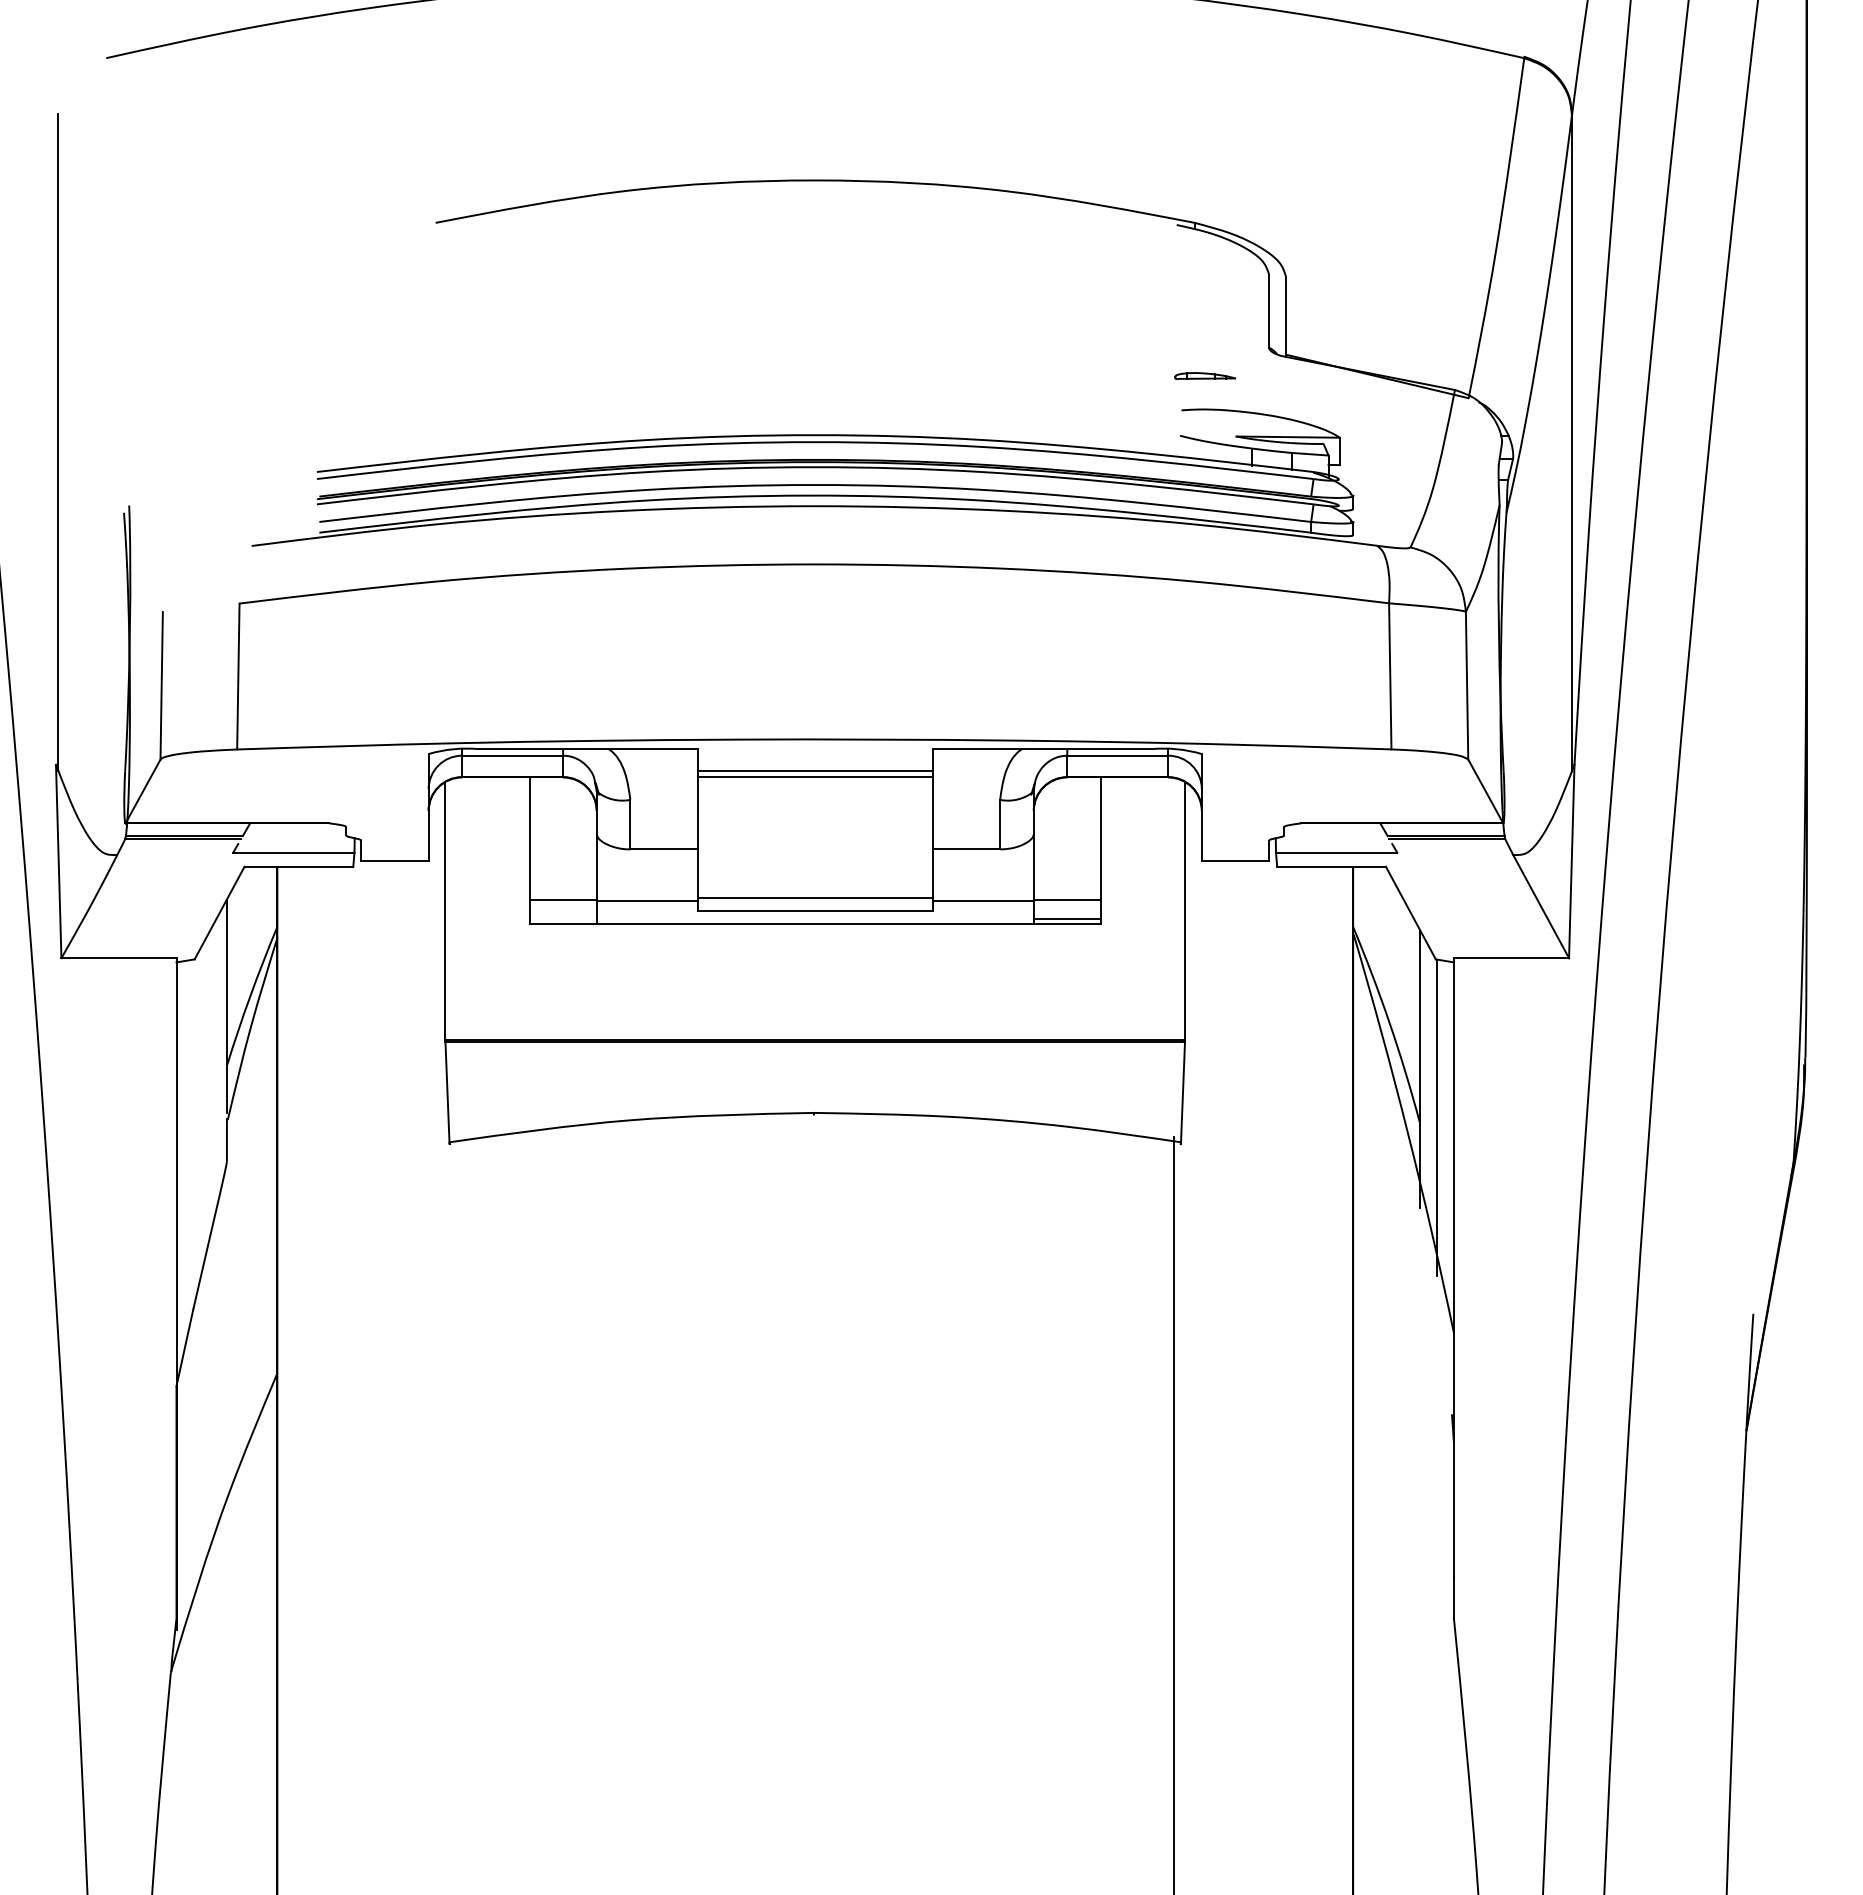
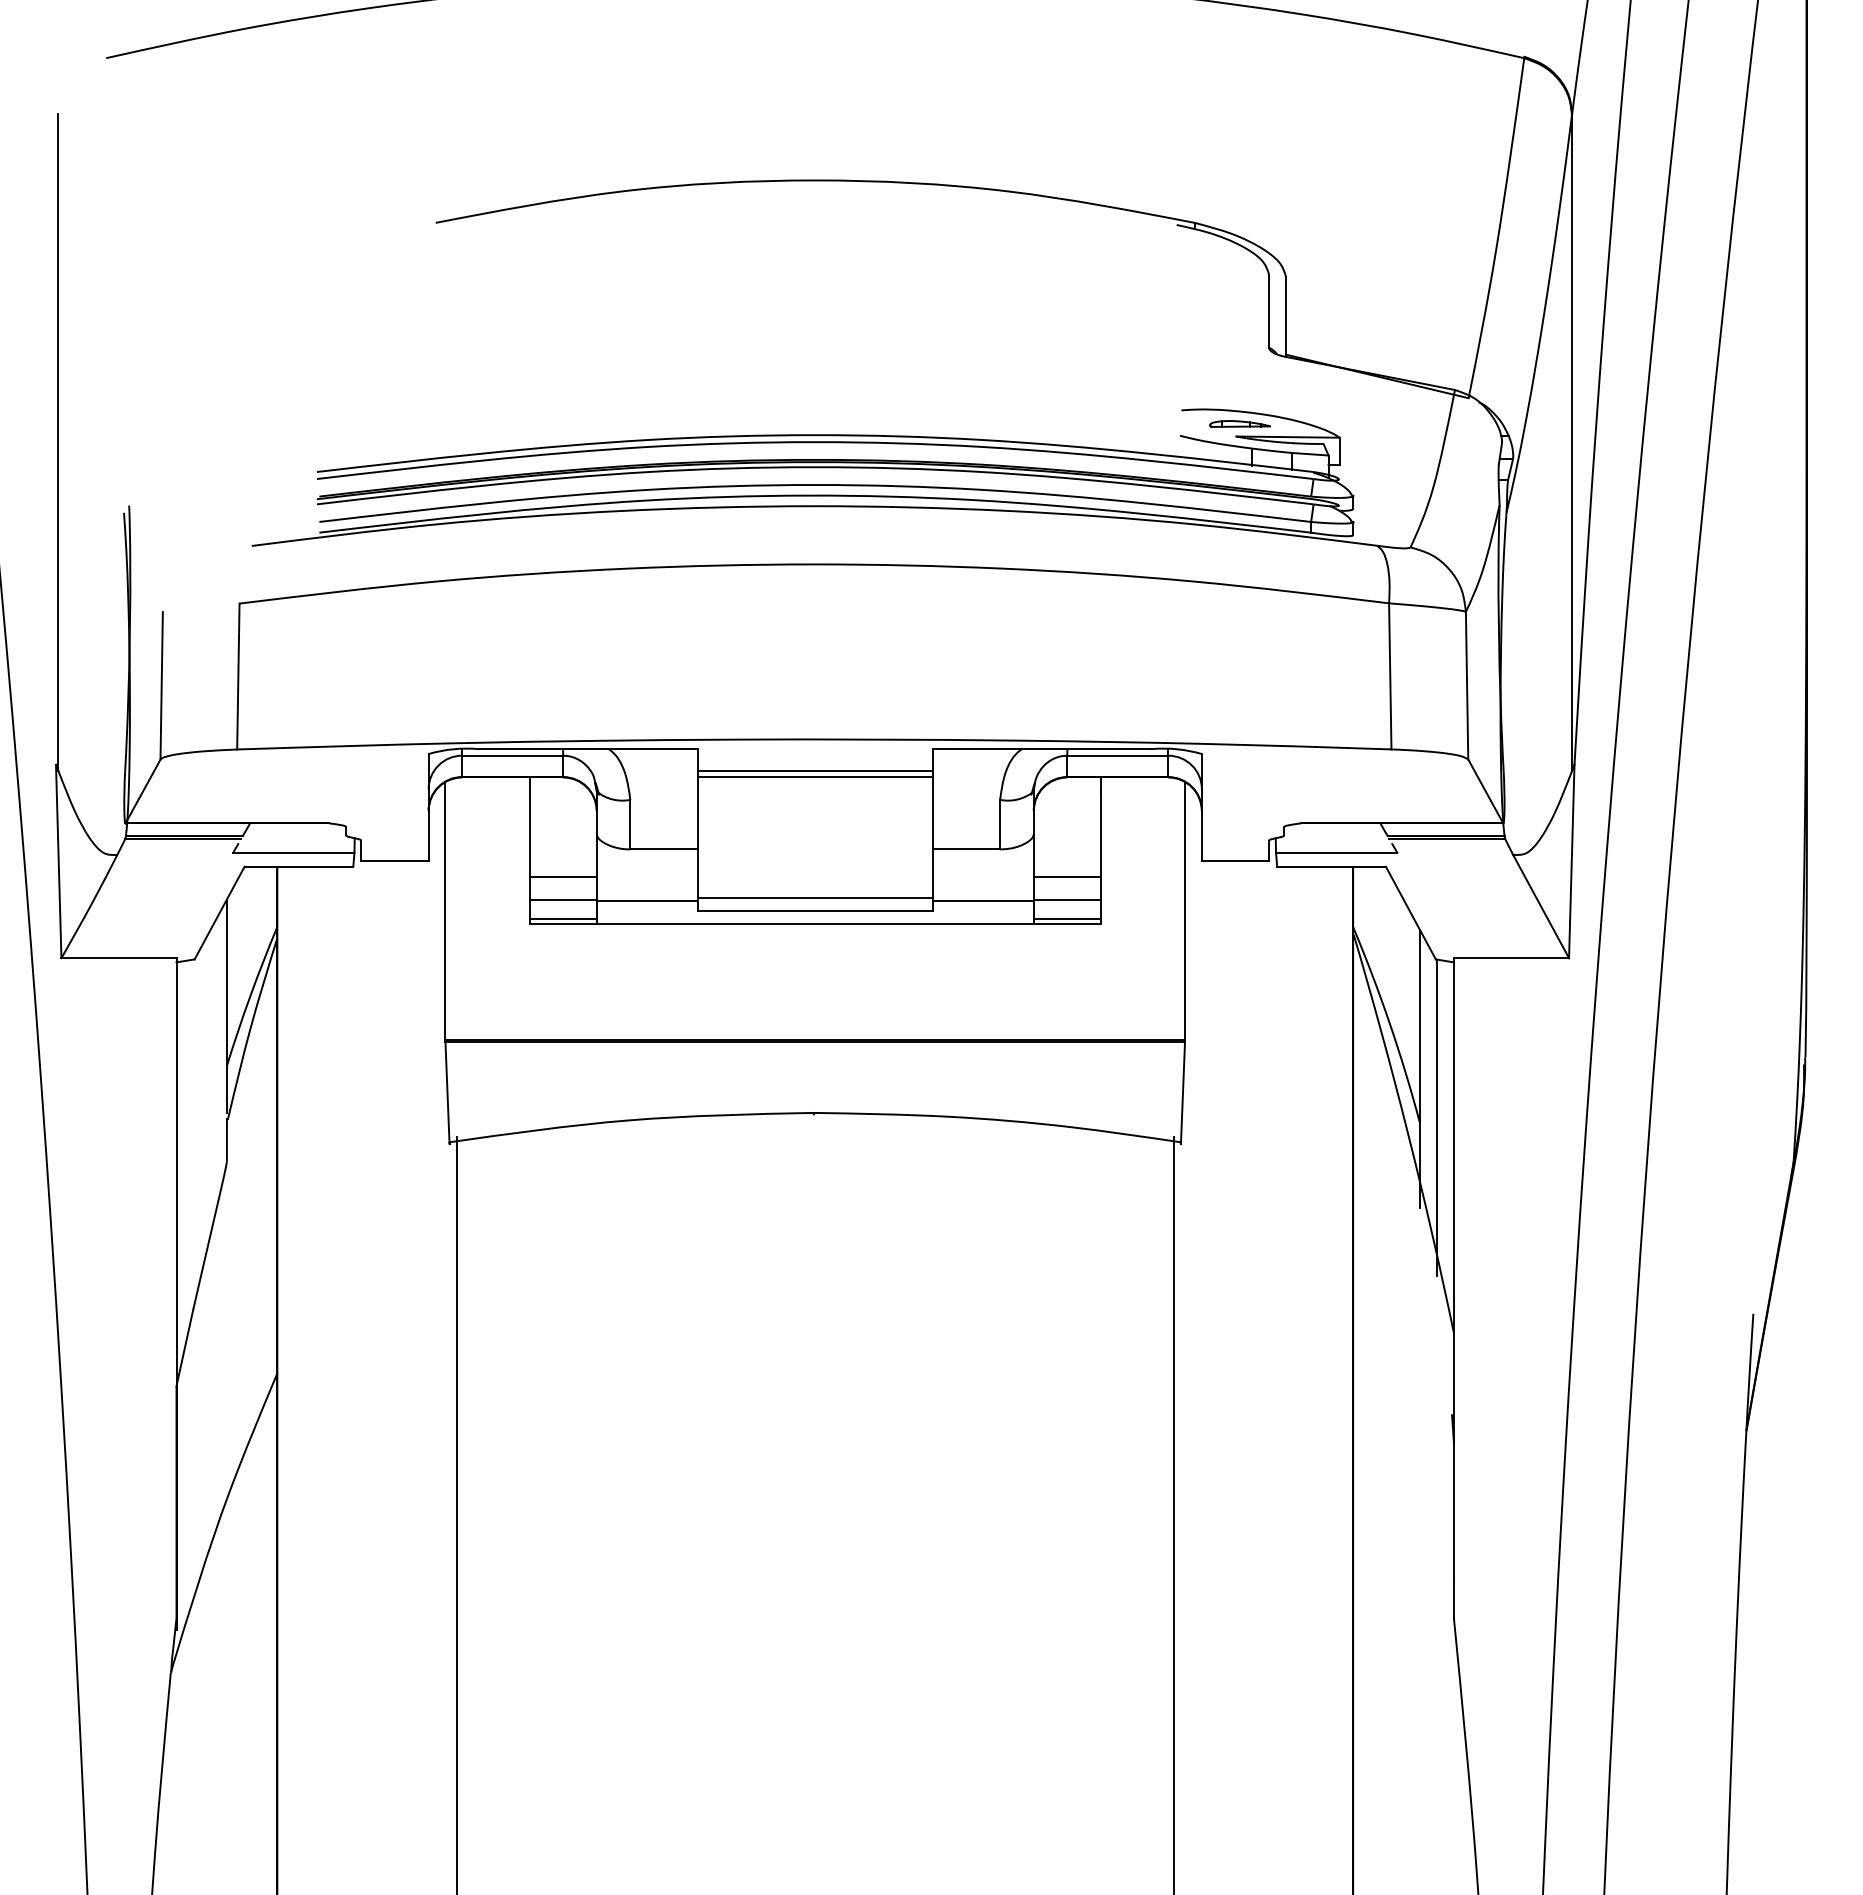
part at (1204, 375) position: (1204, 375) -> (1239, 423)
line at (562, 877): none -> present
line at (1067, 877): none -> present
line at (562, 919): none -> present
line at (456, 1514): none -> present
